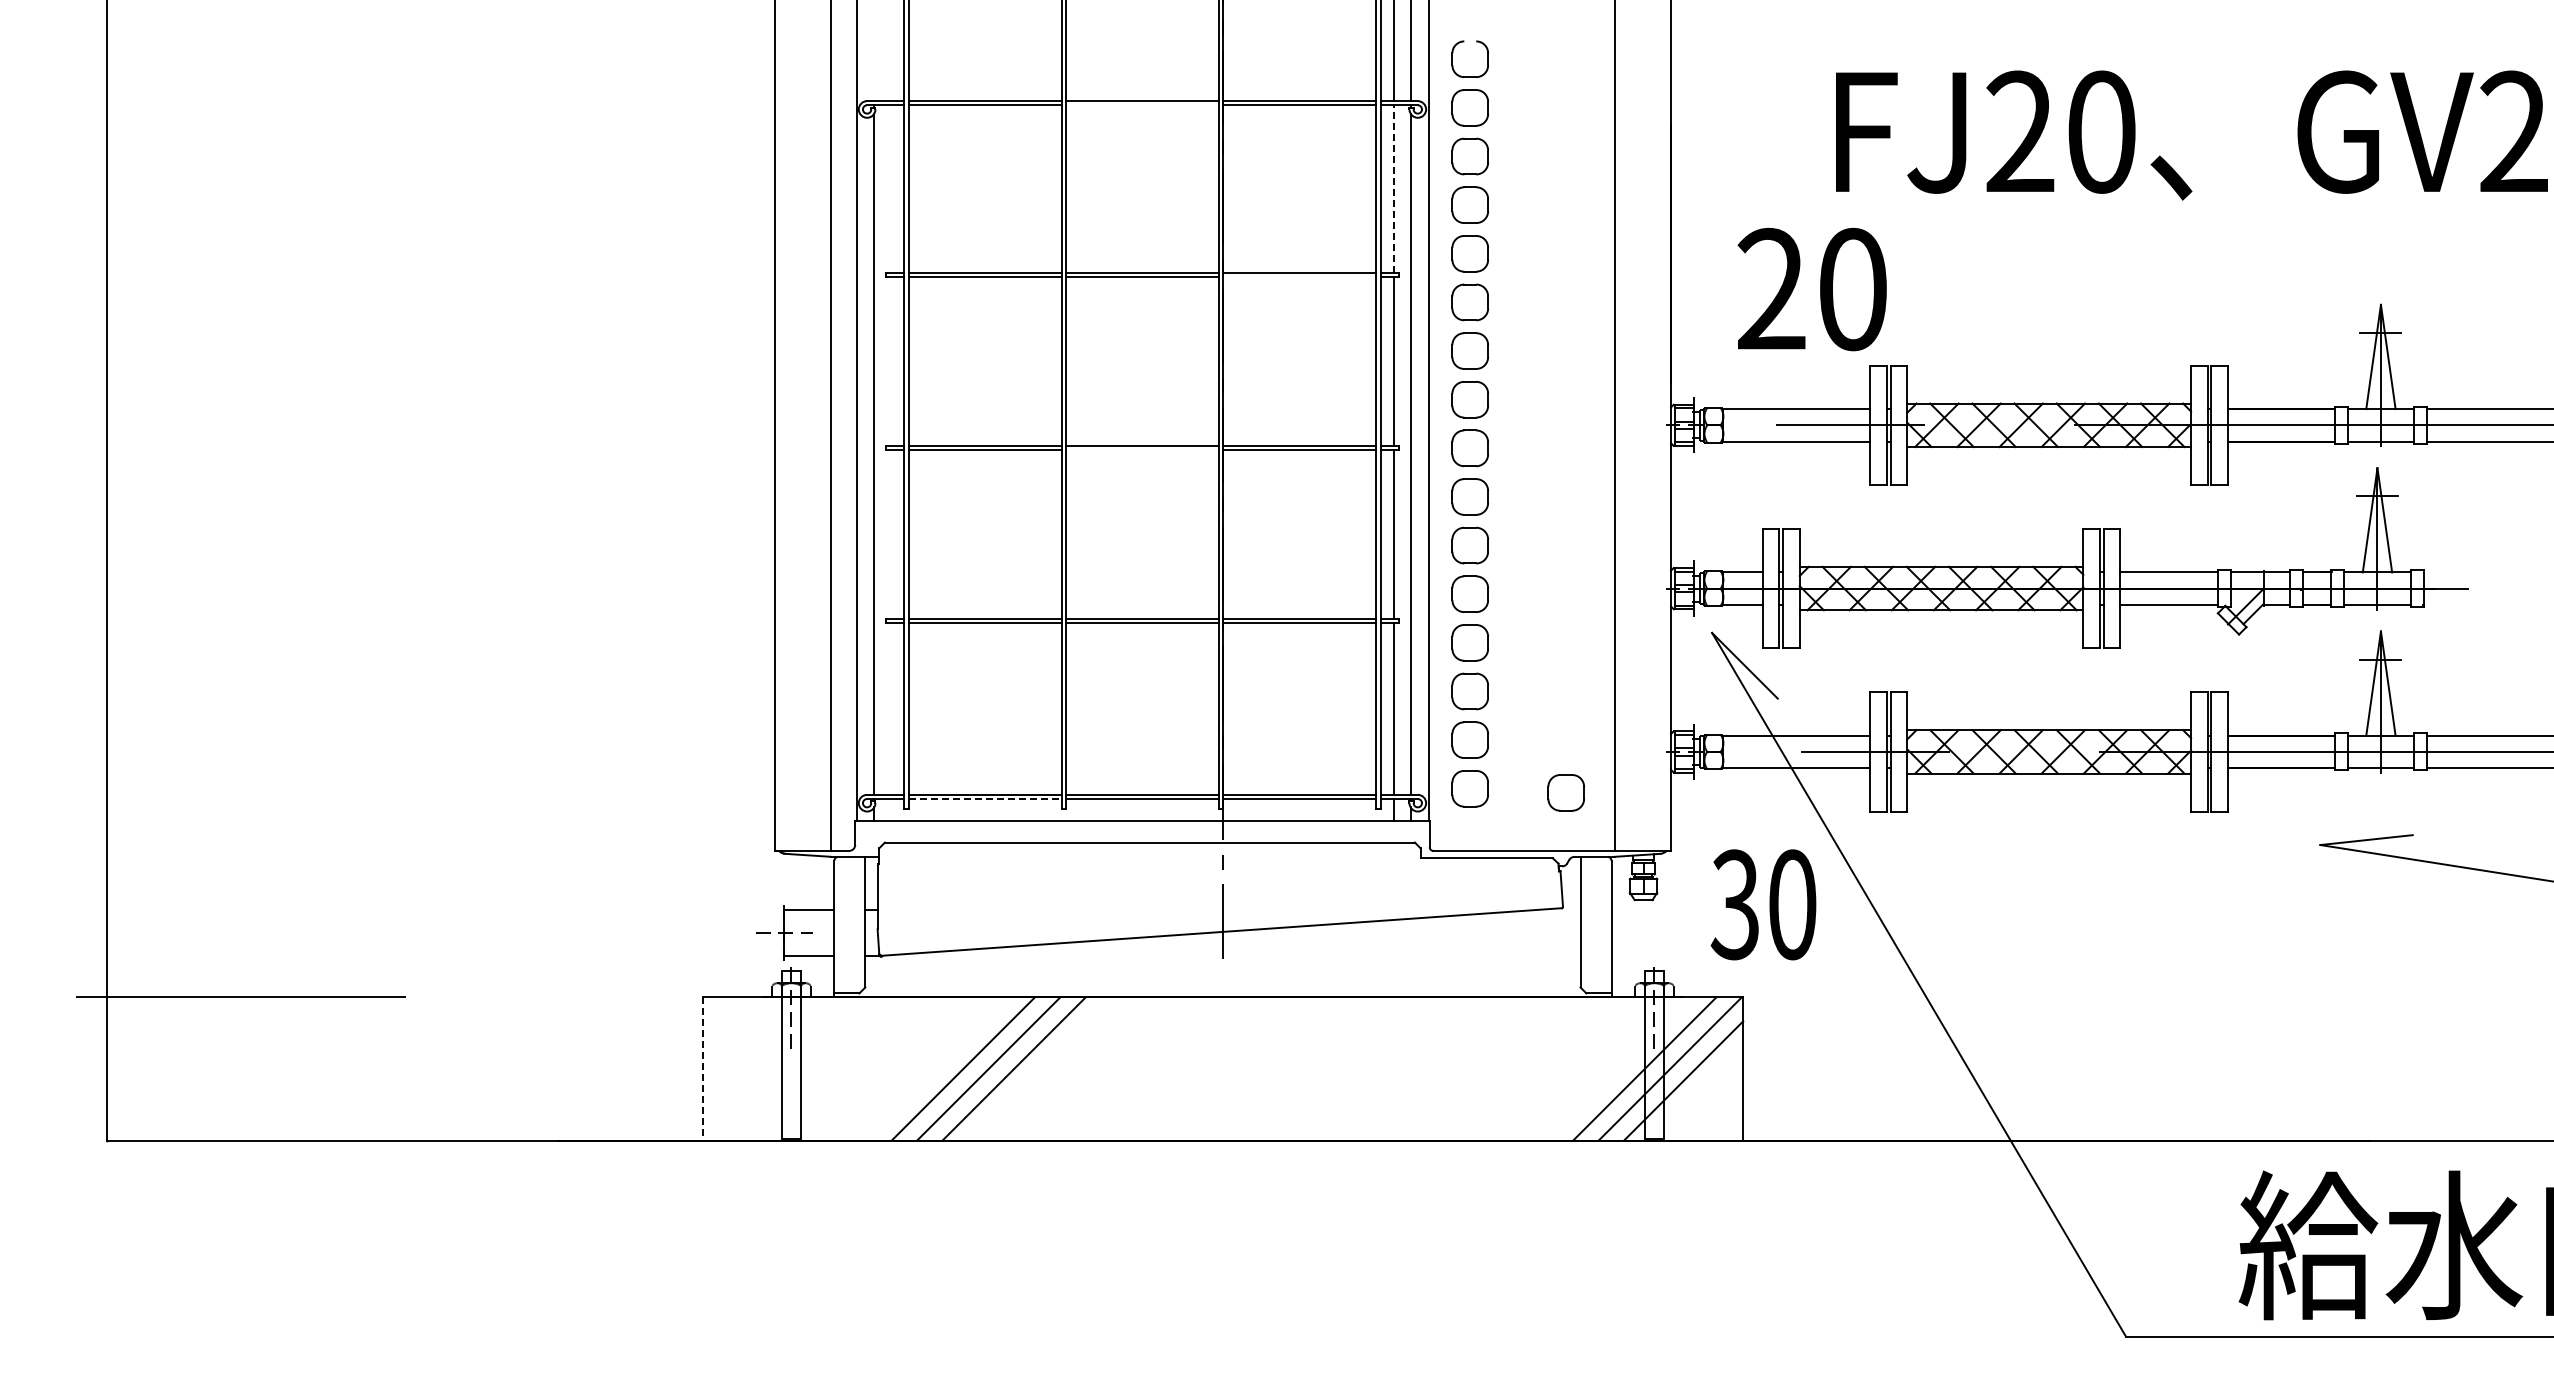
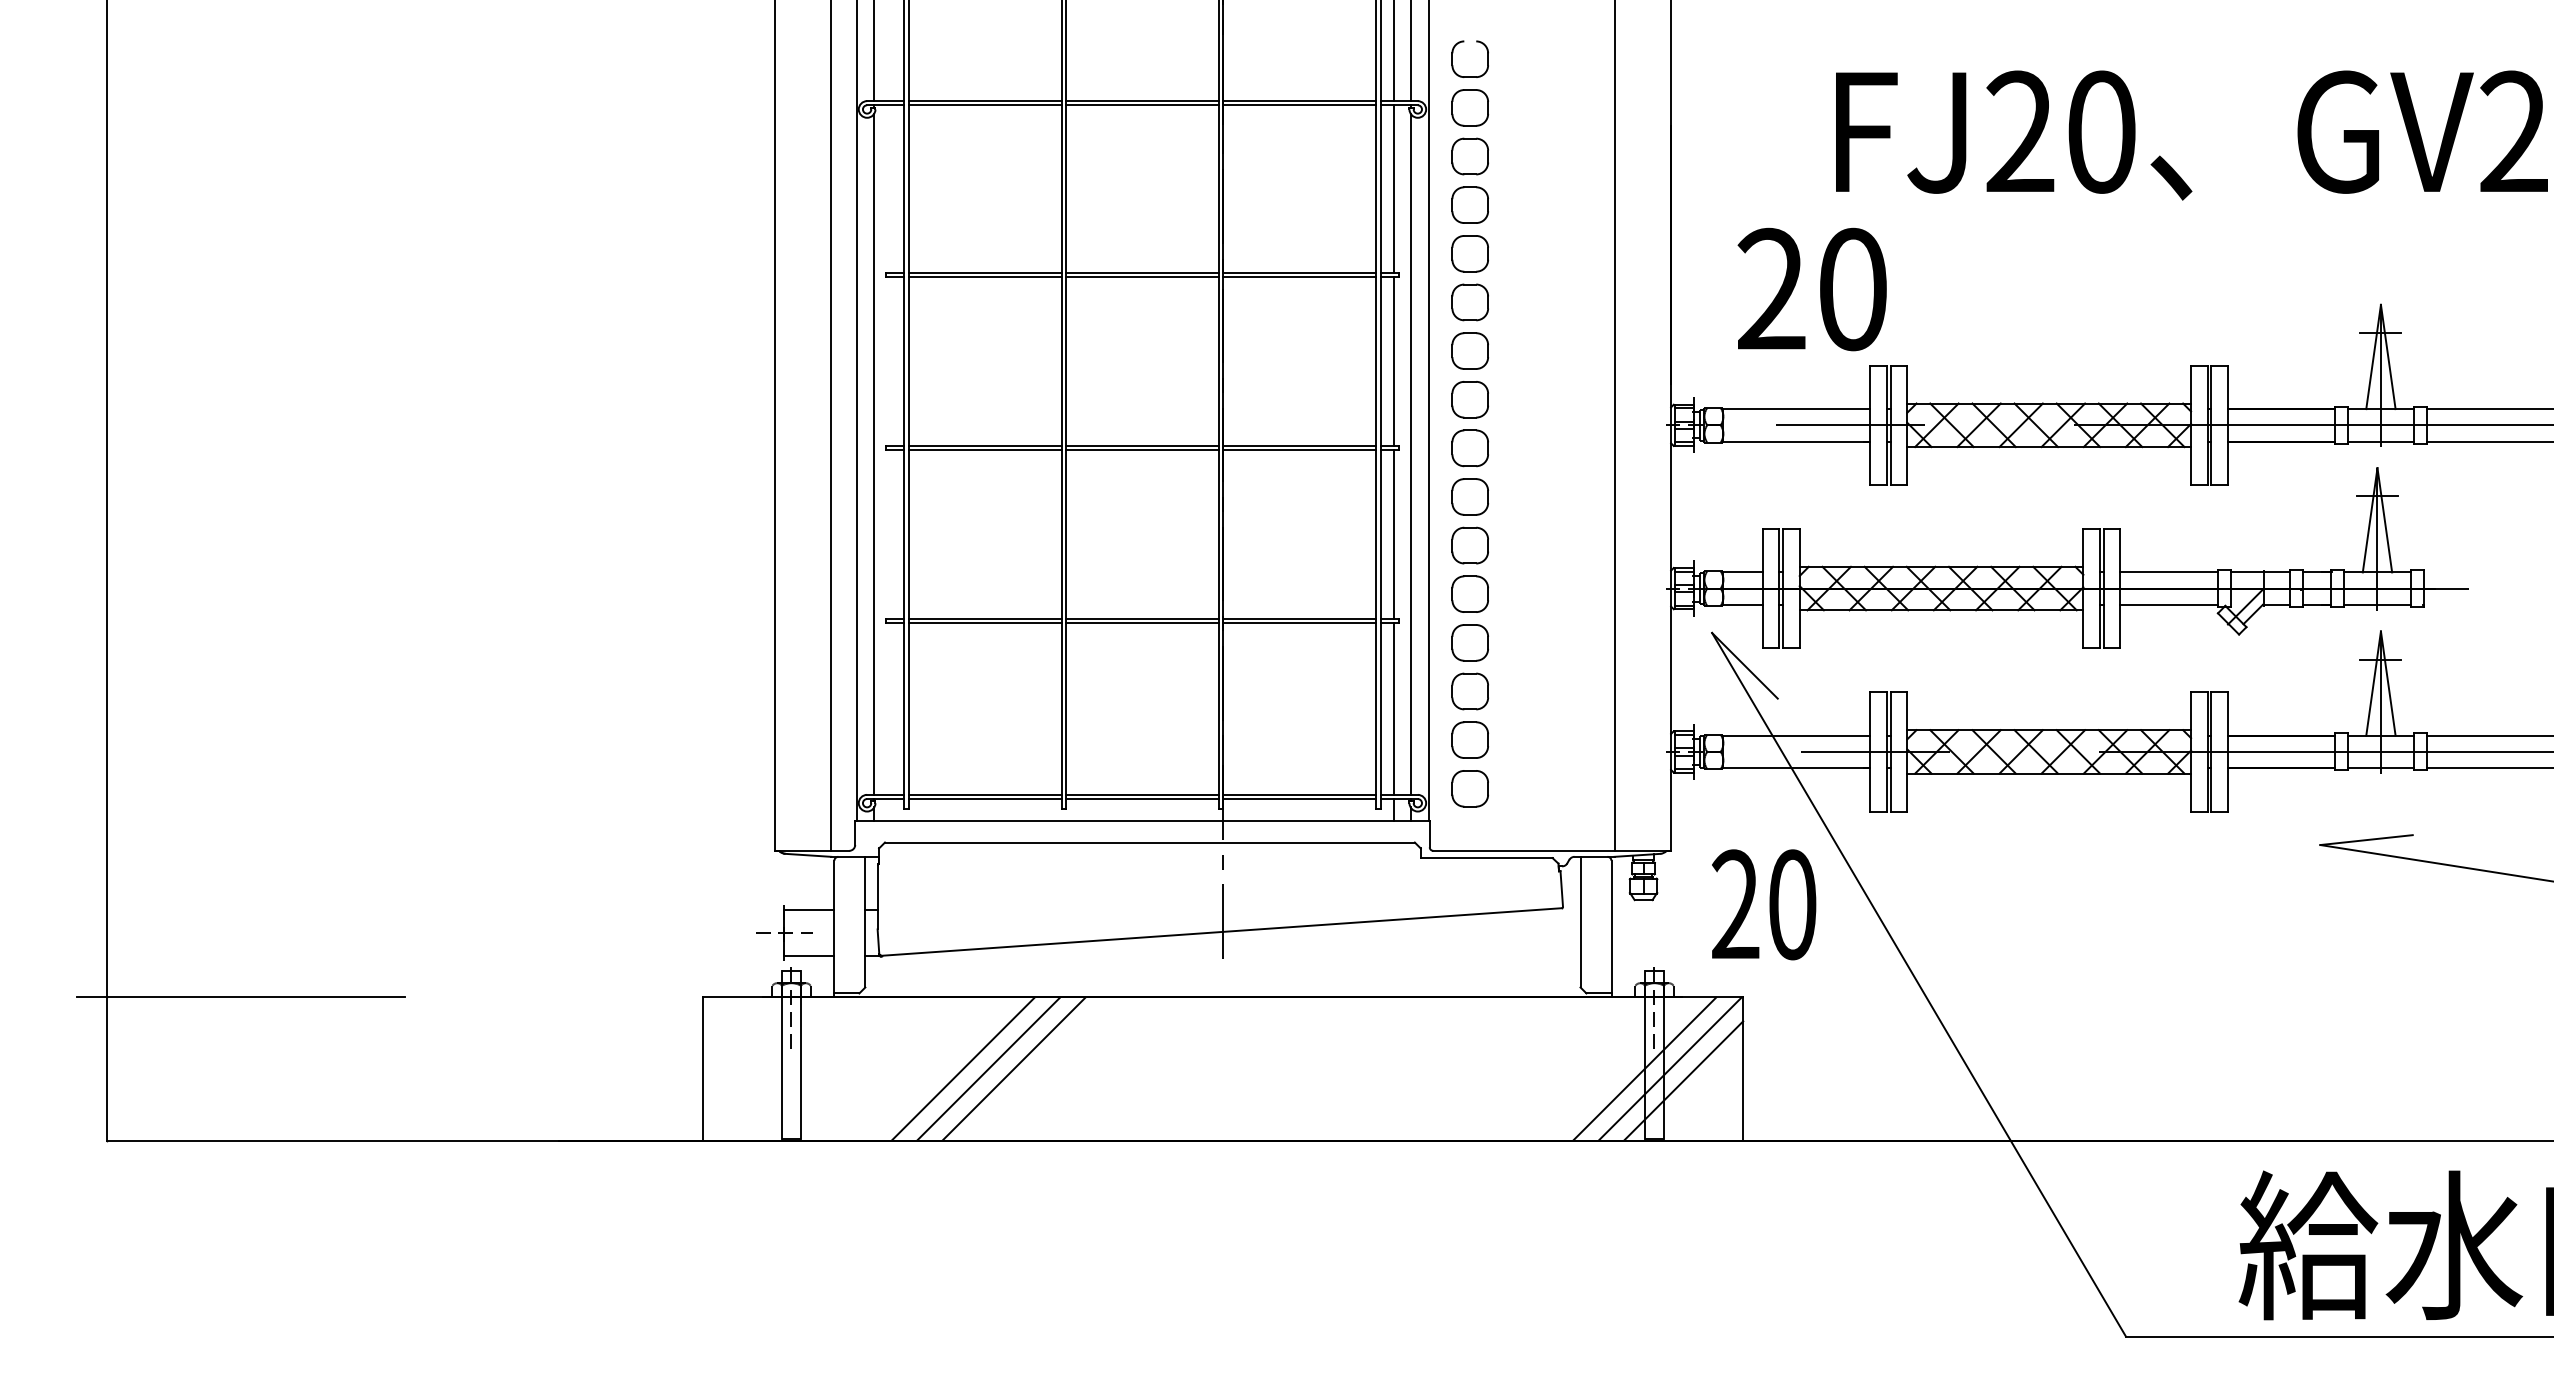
line at (874, 51): none -> present
line at (1142, 105): none -> present
line at (1393, 189): dashed -> solid
line at (1299, 277): none -> present
line at (1142, 450): none -> present
part at (1565, 792): present -> none
line at (985, 799): dashed -> solid
text at (1734, 904): 30 -> 20
line at (702, 1069): dashed -> solid
